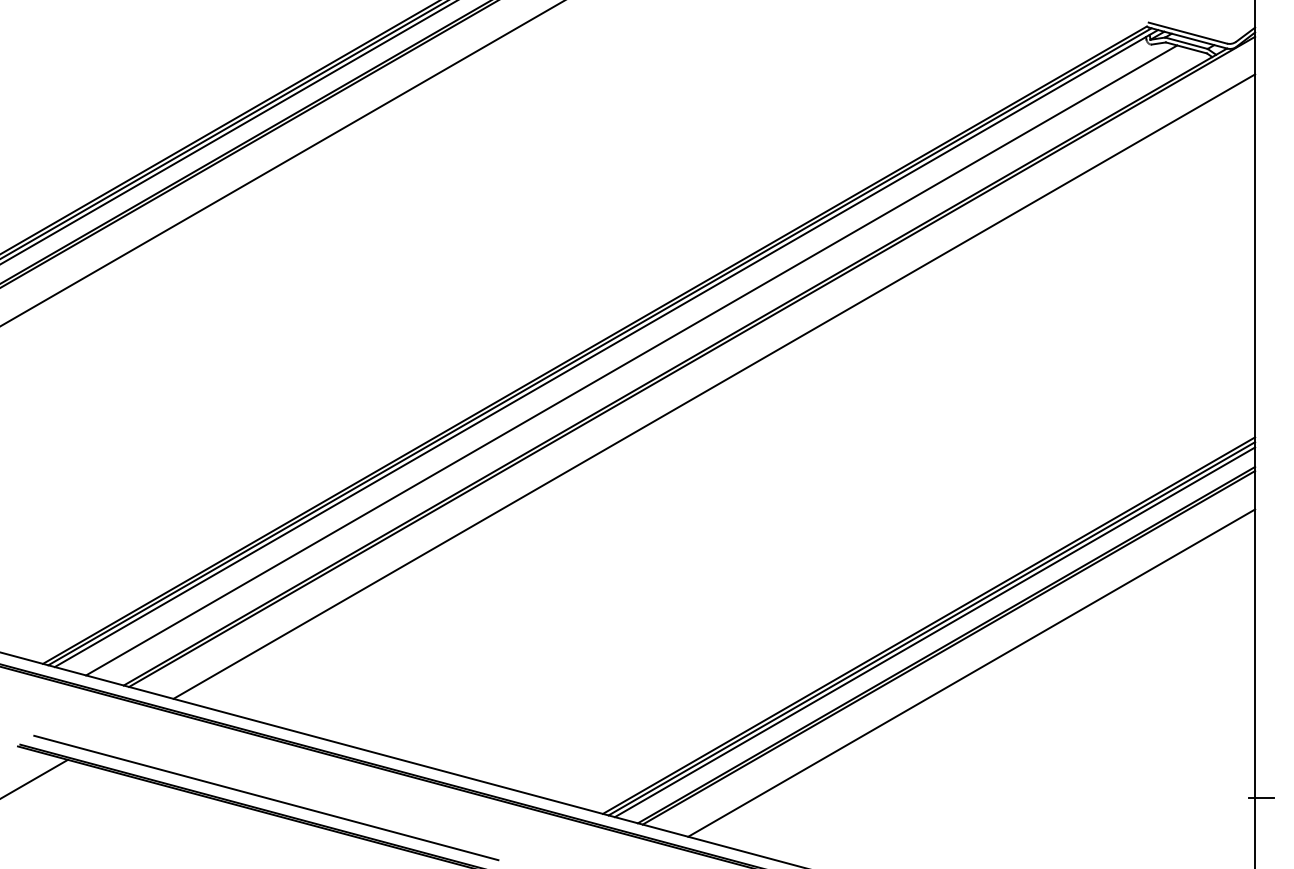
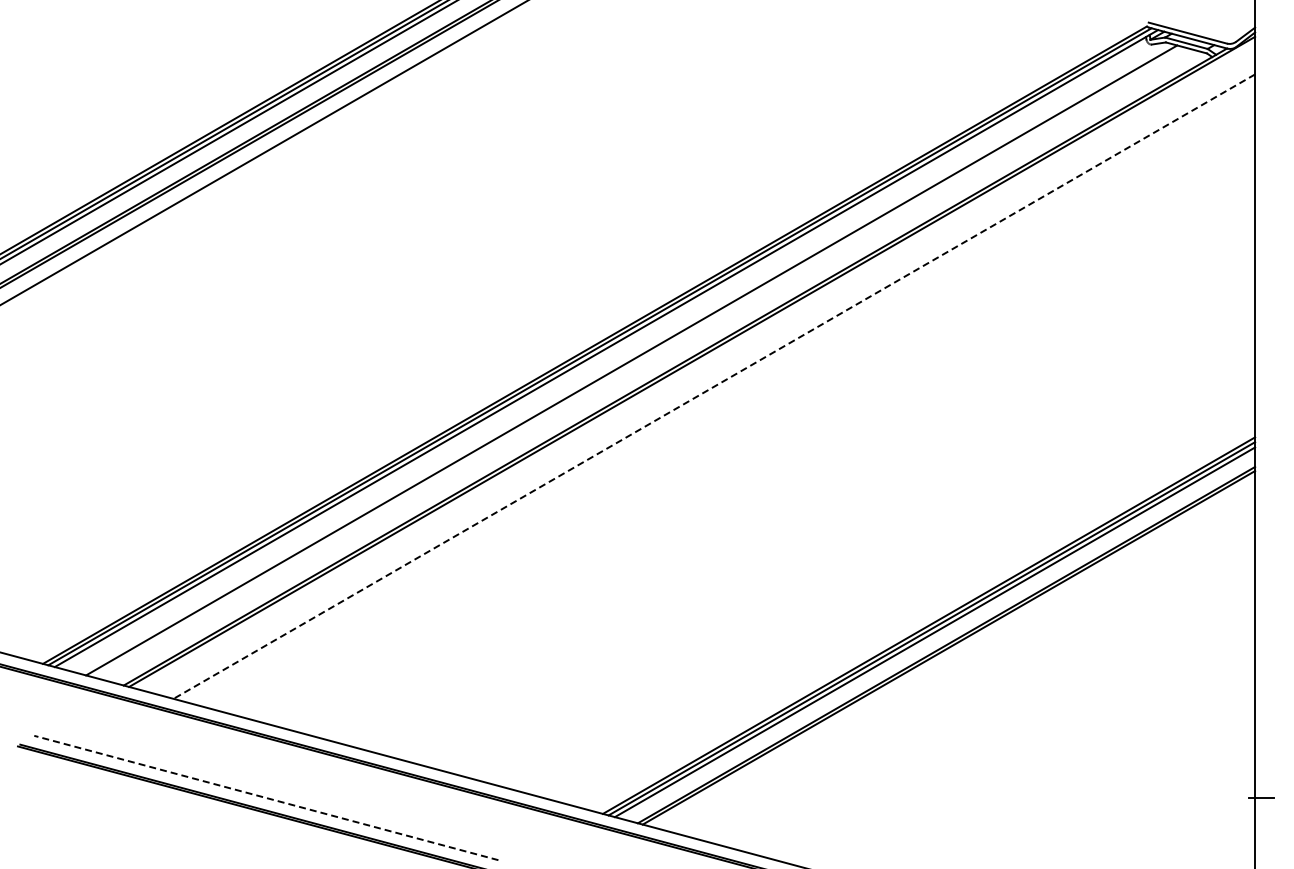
line at (281, 163) position: (281, 163) -> (263, 152)
line at (713, 386): solid -> dashed
line at (971, 672): present -> none
line at (34, 778): present -> none
line at (265, 797): solid -> dashed
